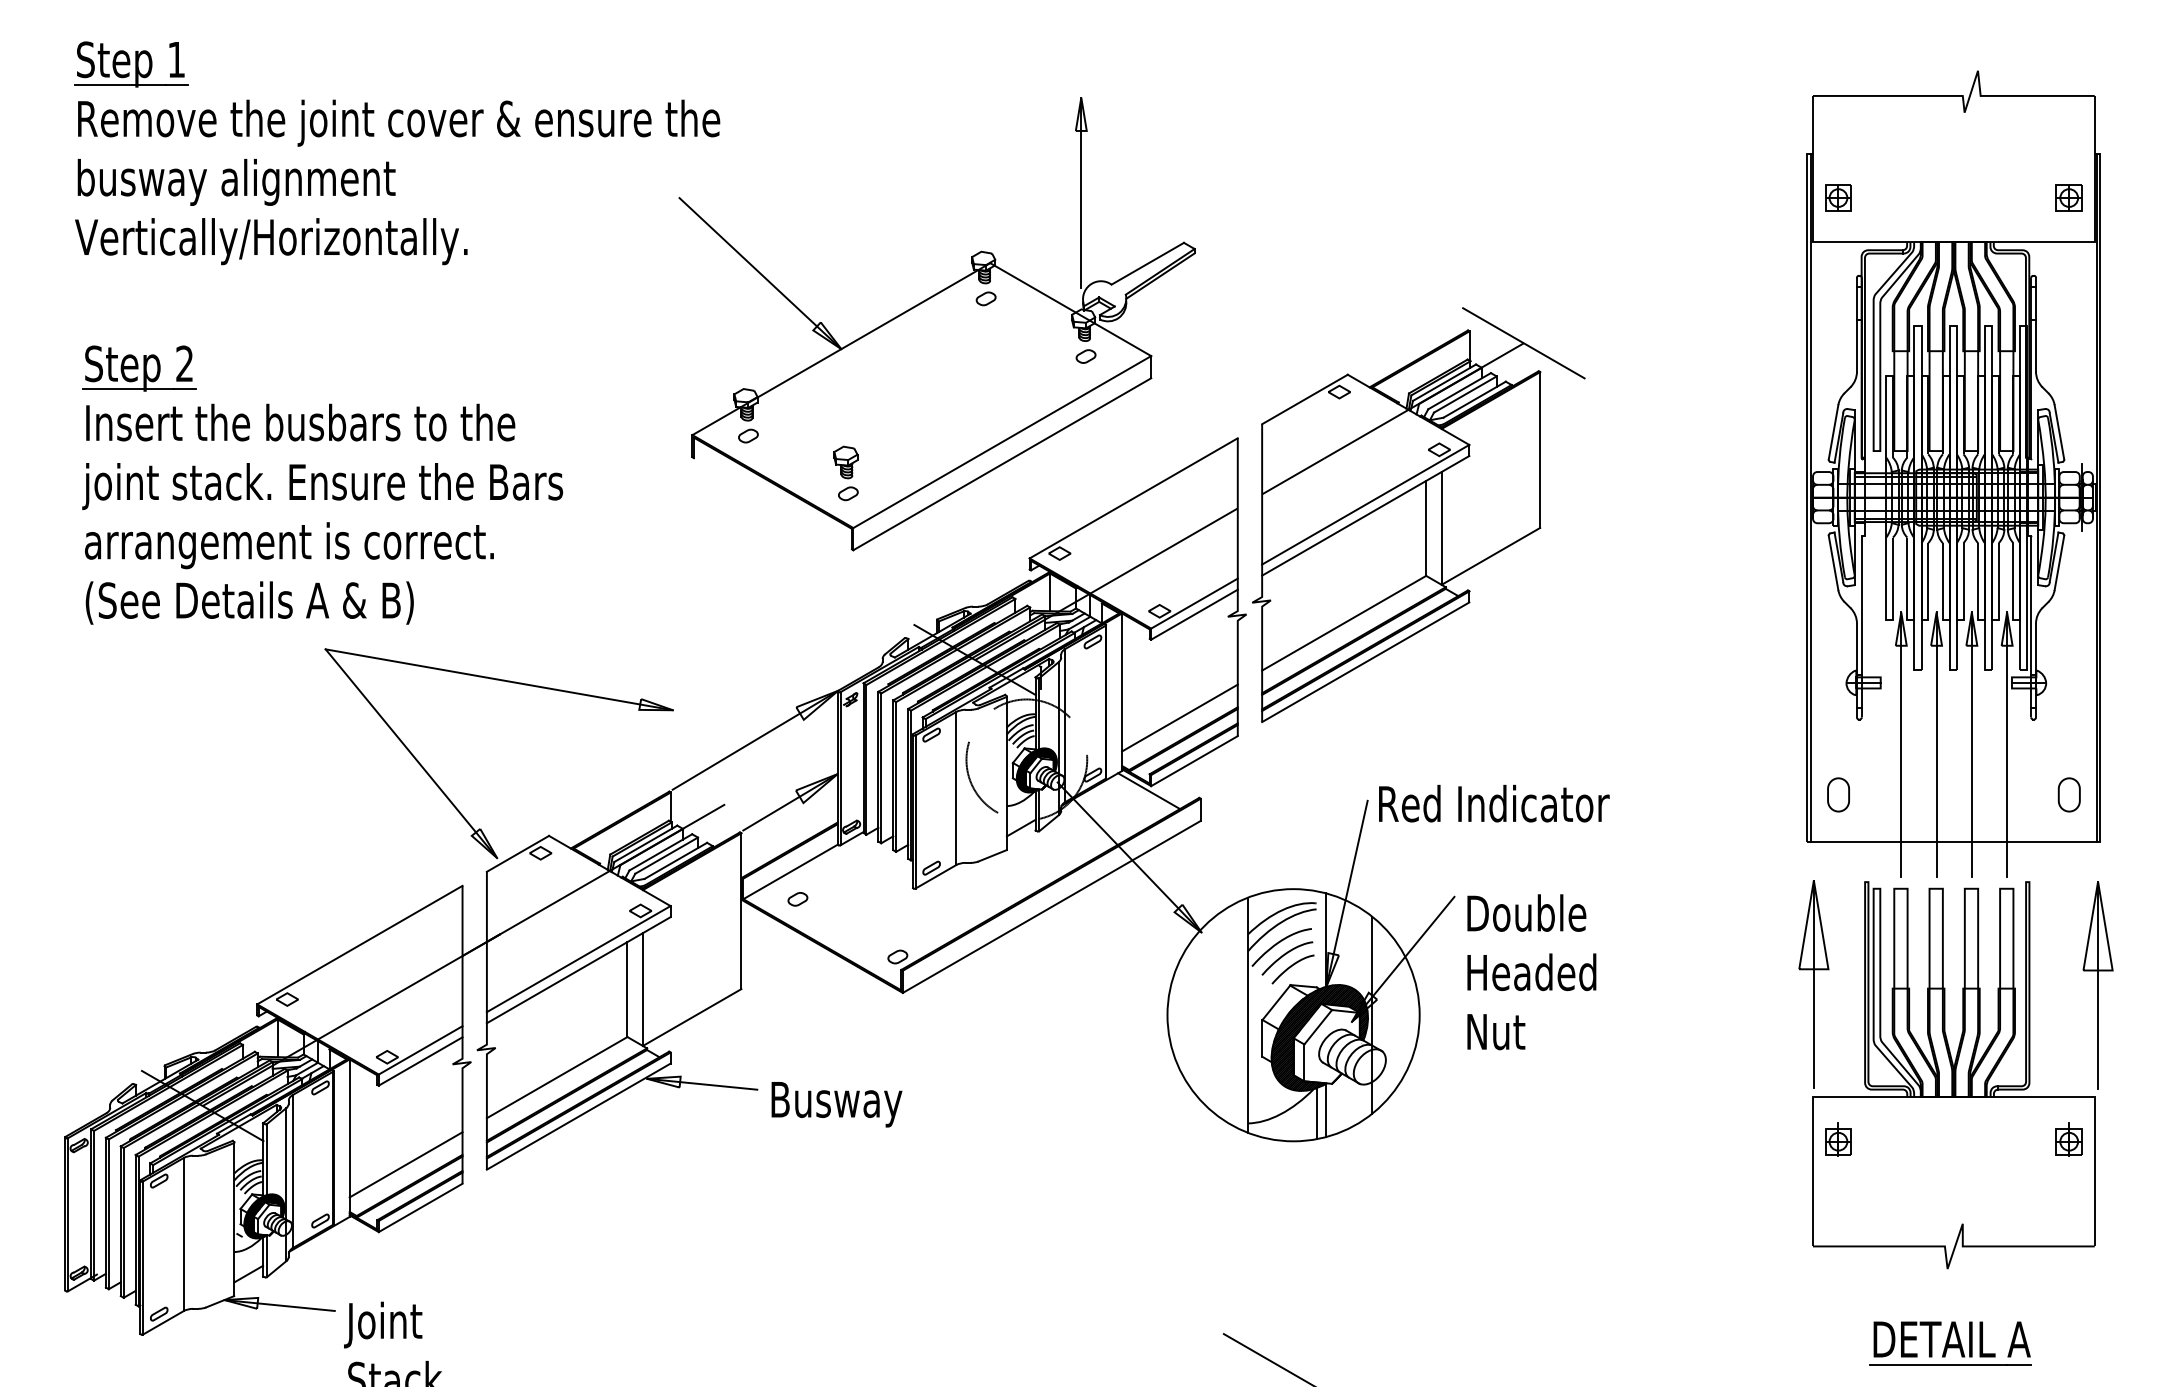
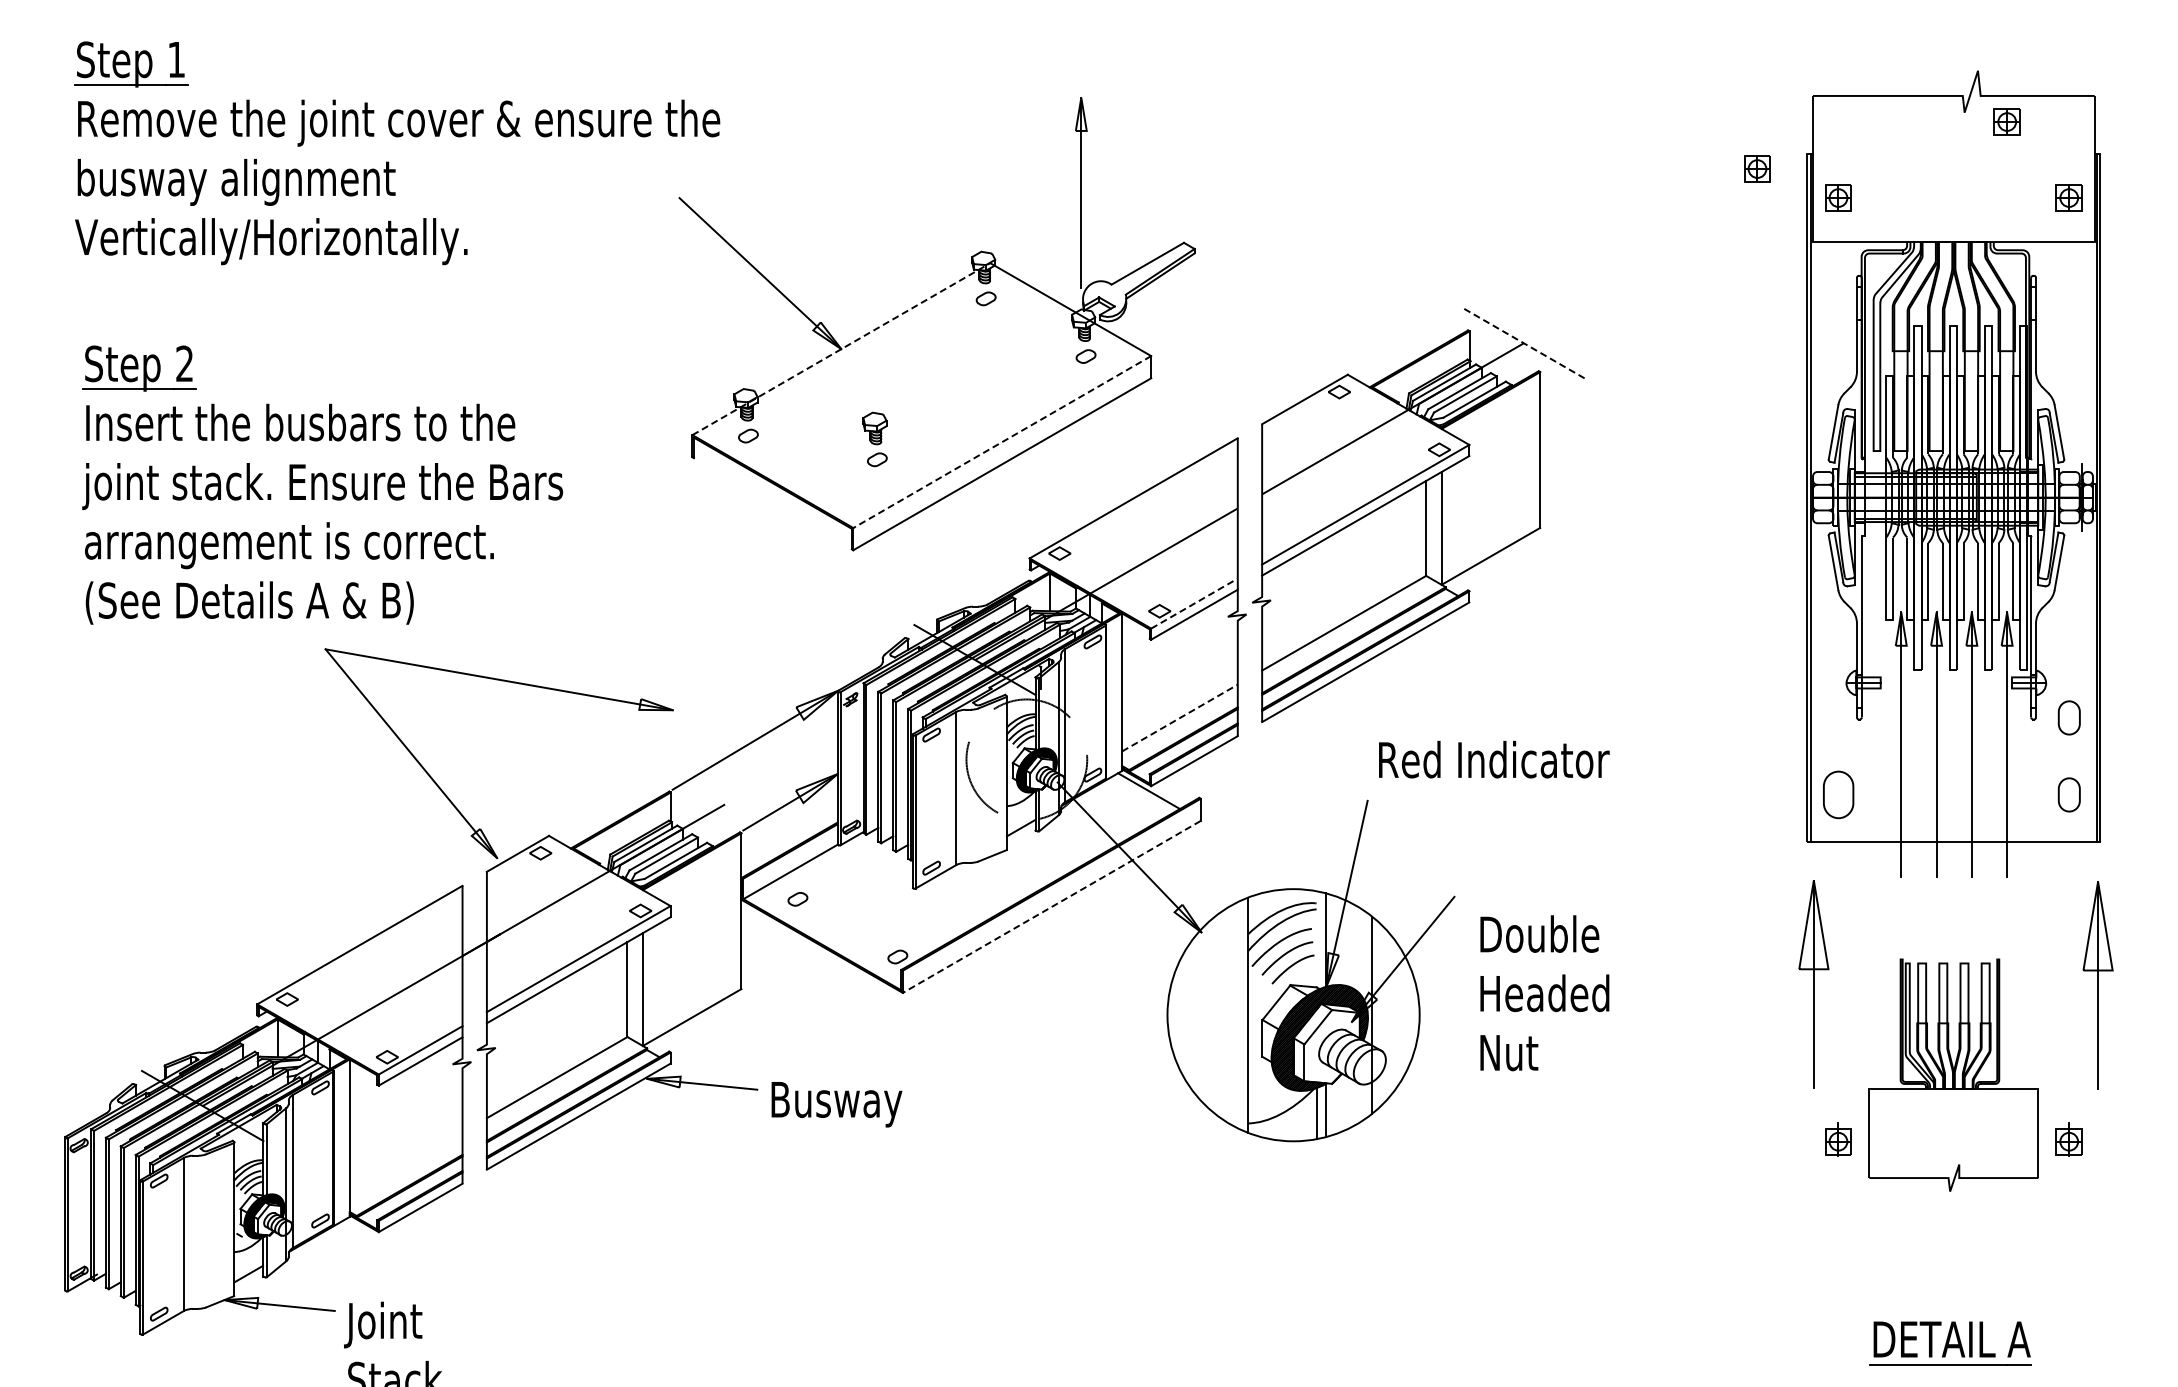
part at (2006, 121): none -> present
part at (1757, 168): none -> present
line at (1523, 343): solid -> dashed
line at (841, 349): solid -> dashed
line at (1002, 442): solid -> dashed
part at (845, 473) position: (845, 473) -> (874, 439)
line at (1194, 603): solid -> dashed
part at (2068, 717): none -> present
line at (1179, 718): solid -> dashed
part at (1838, 794) size: 23x36 px -> 32x50 px
text at (1494, 803) position: (1494, 803) -> (1494, 759)
line at (1051, 906): solid -> dashed
text at (1531, 972) position: (1531, 972) -> (1544, 993)
part at (1953, 1075) size: 284x389 px -> 171x234 px
line at (405, 1164): present -> none
line at (1266, 1358): present -> none
